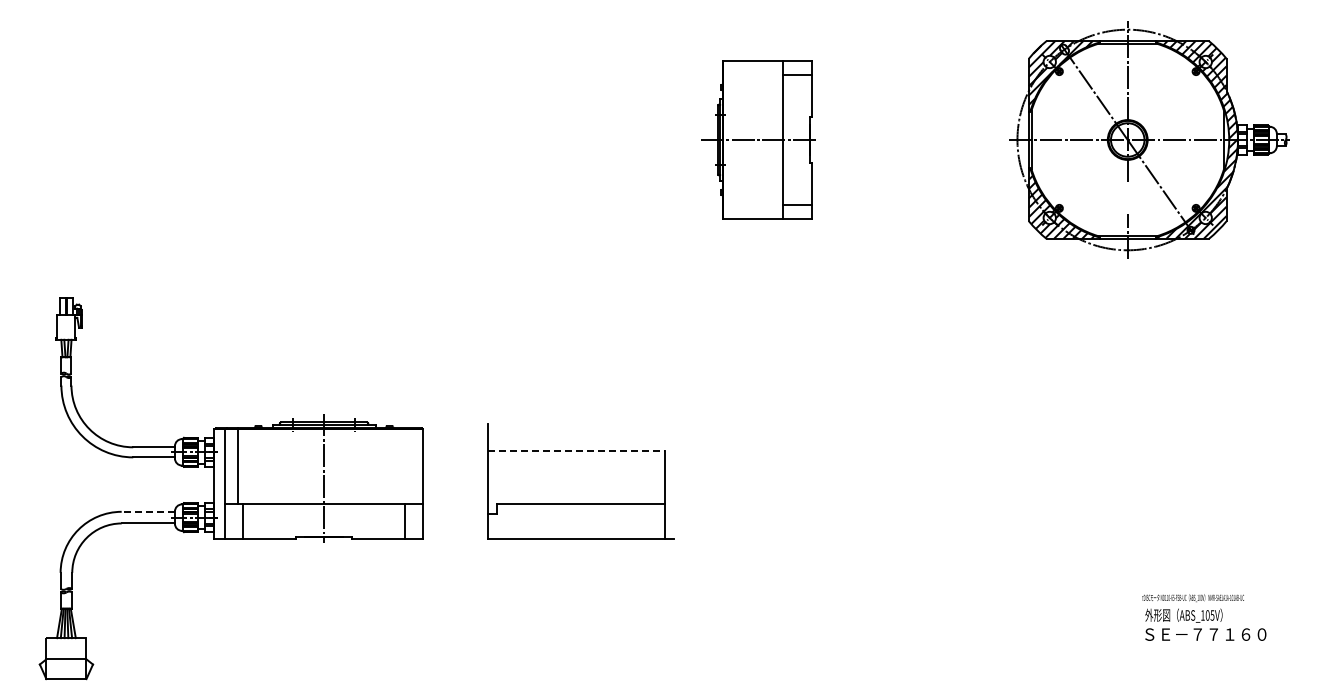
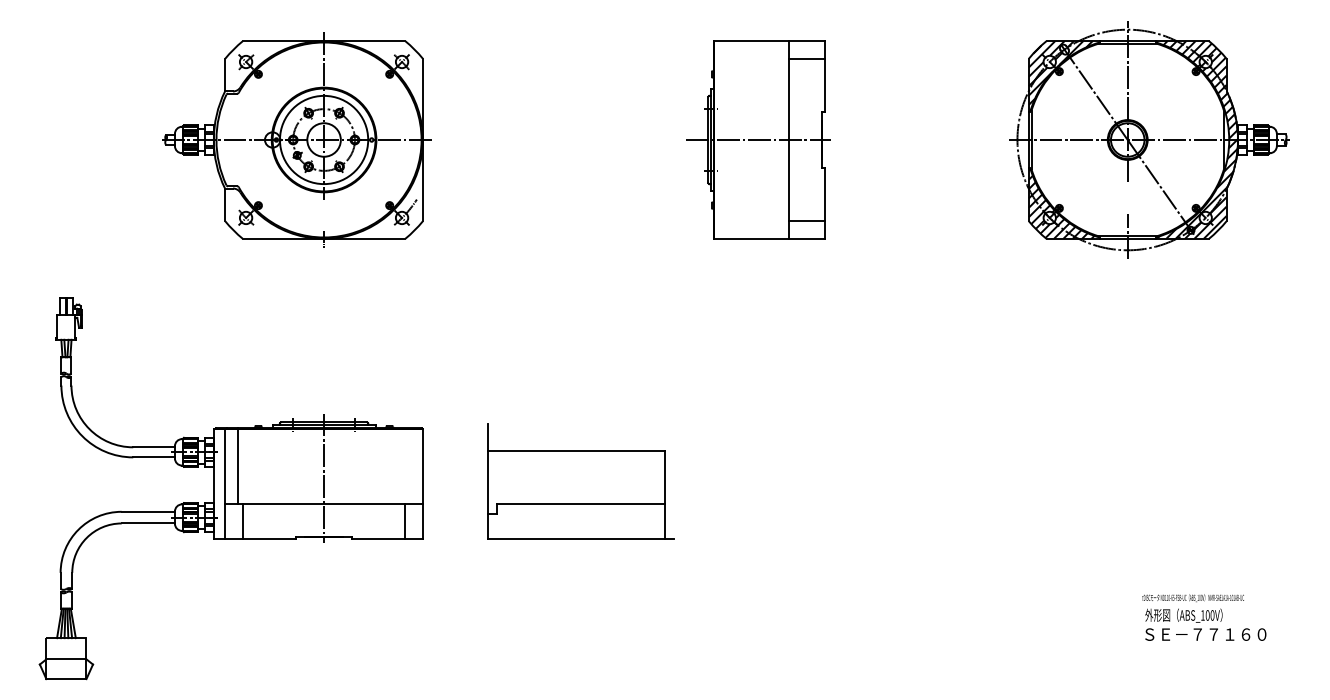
part at (296, 139): none -> present
part at (758, 139) size: 115x160 px -> 145x200 px
line at (577, 450): dashed -> solid
line at (148, 511): dashed -> solid
text at (1212, 615): ABS_105V -> ABS_100V
